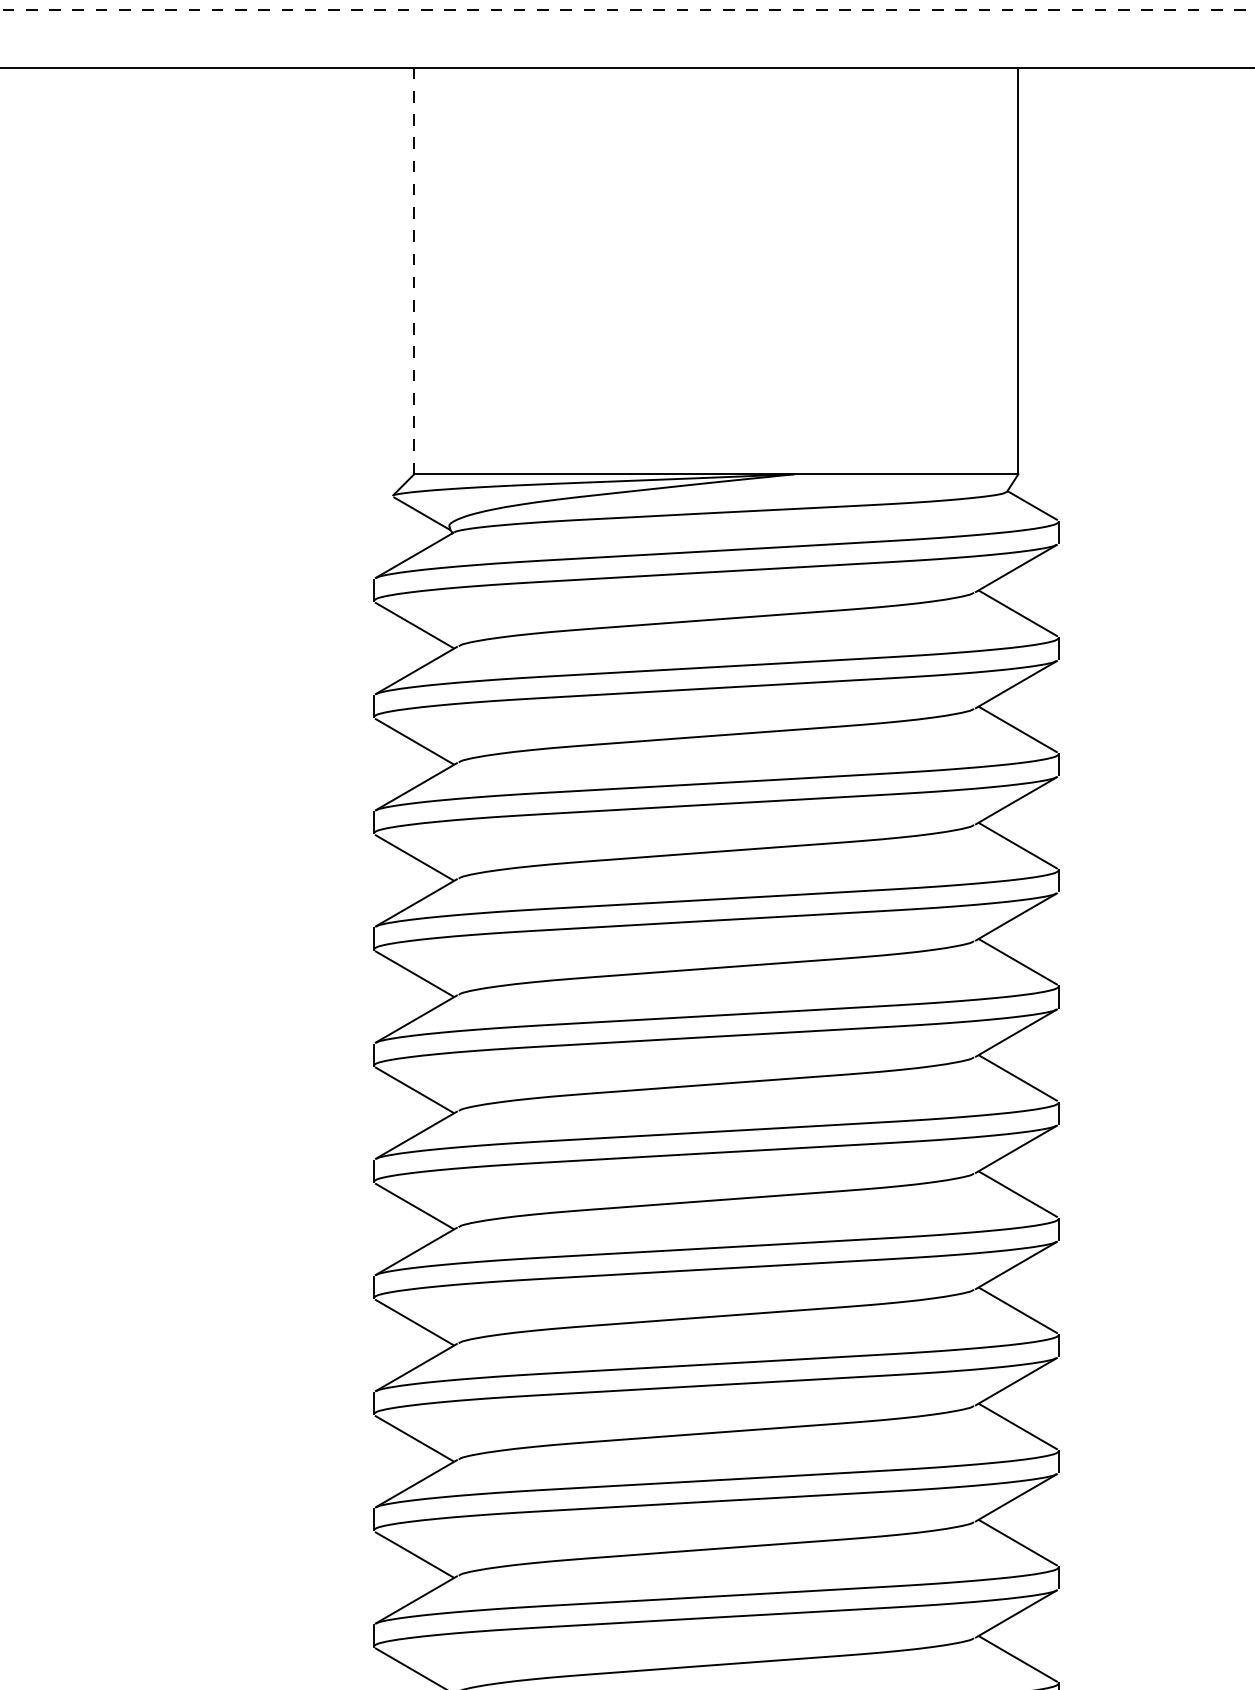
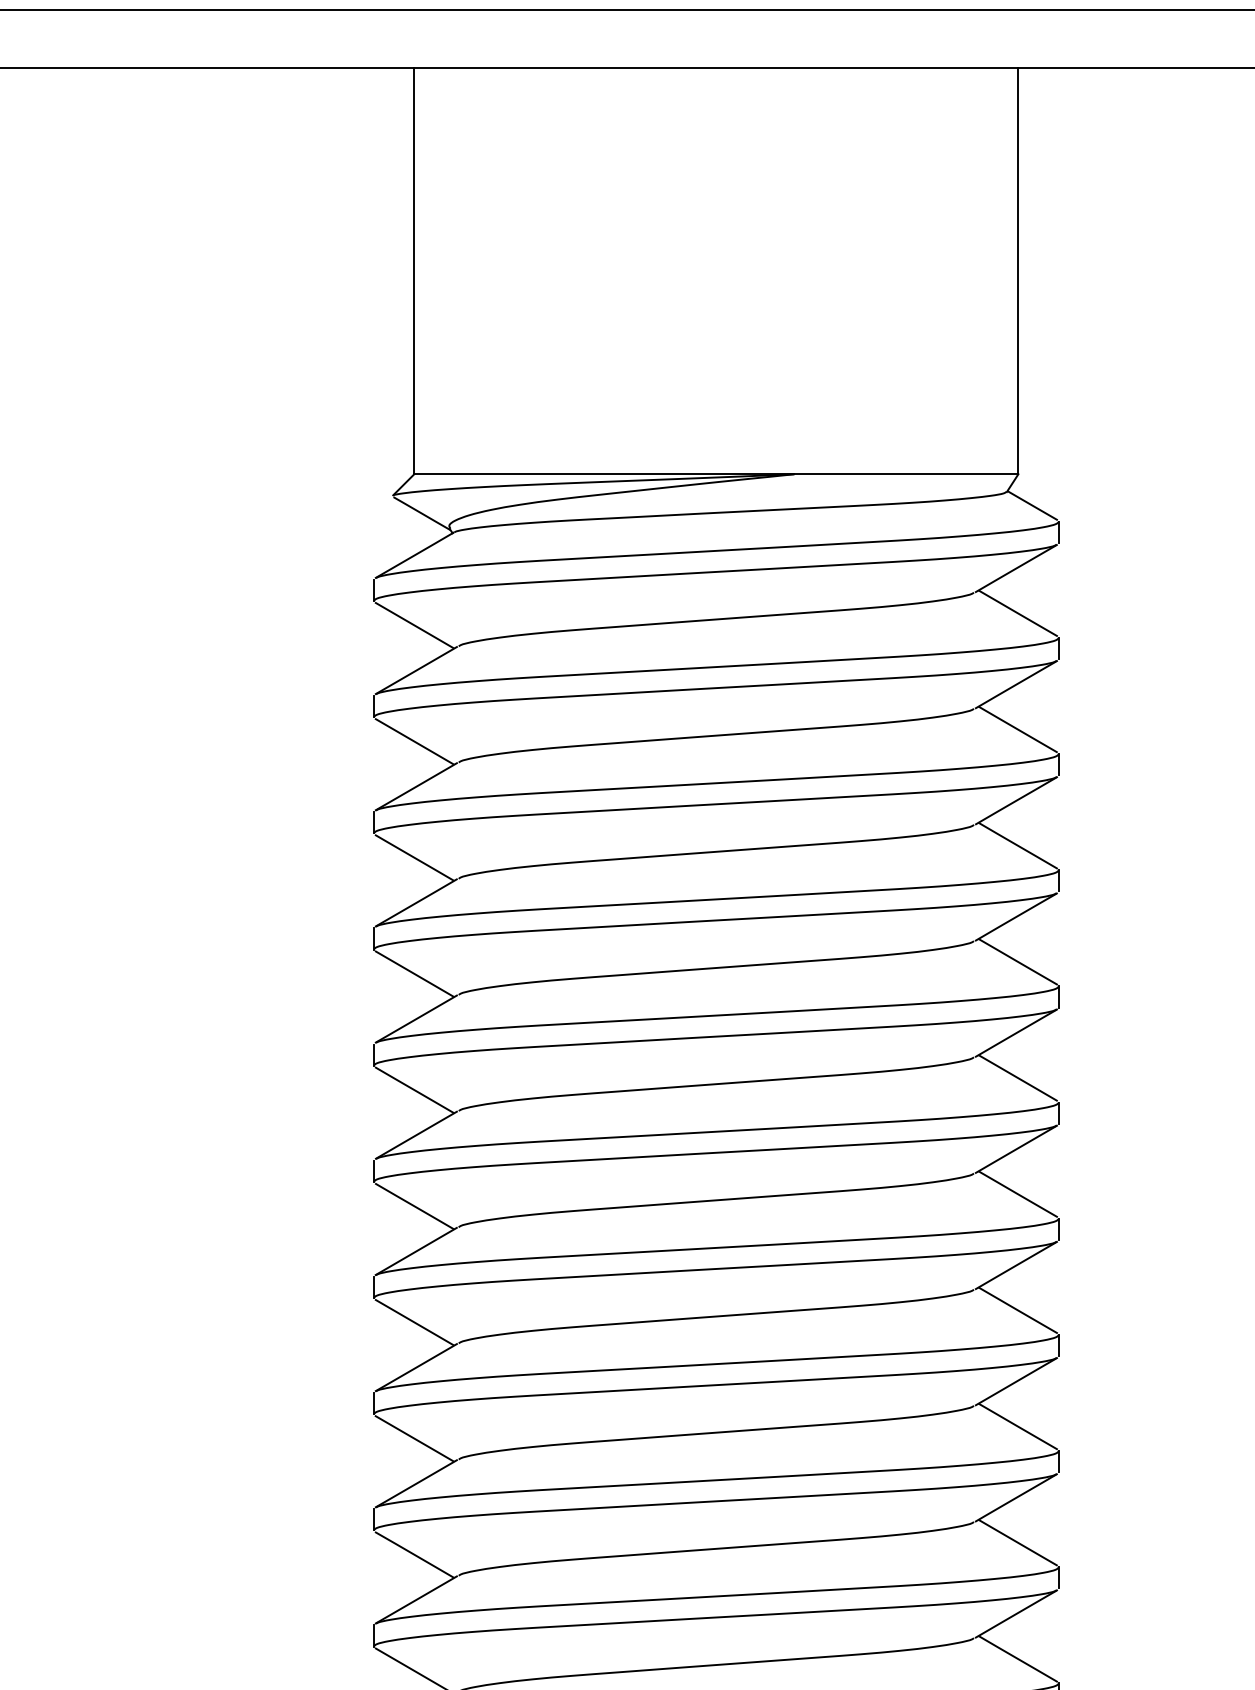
line at (627, 9): dashed -> solid
line at (414, 271): dashed -> solid
